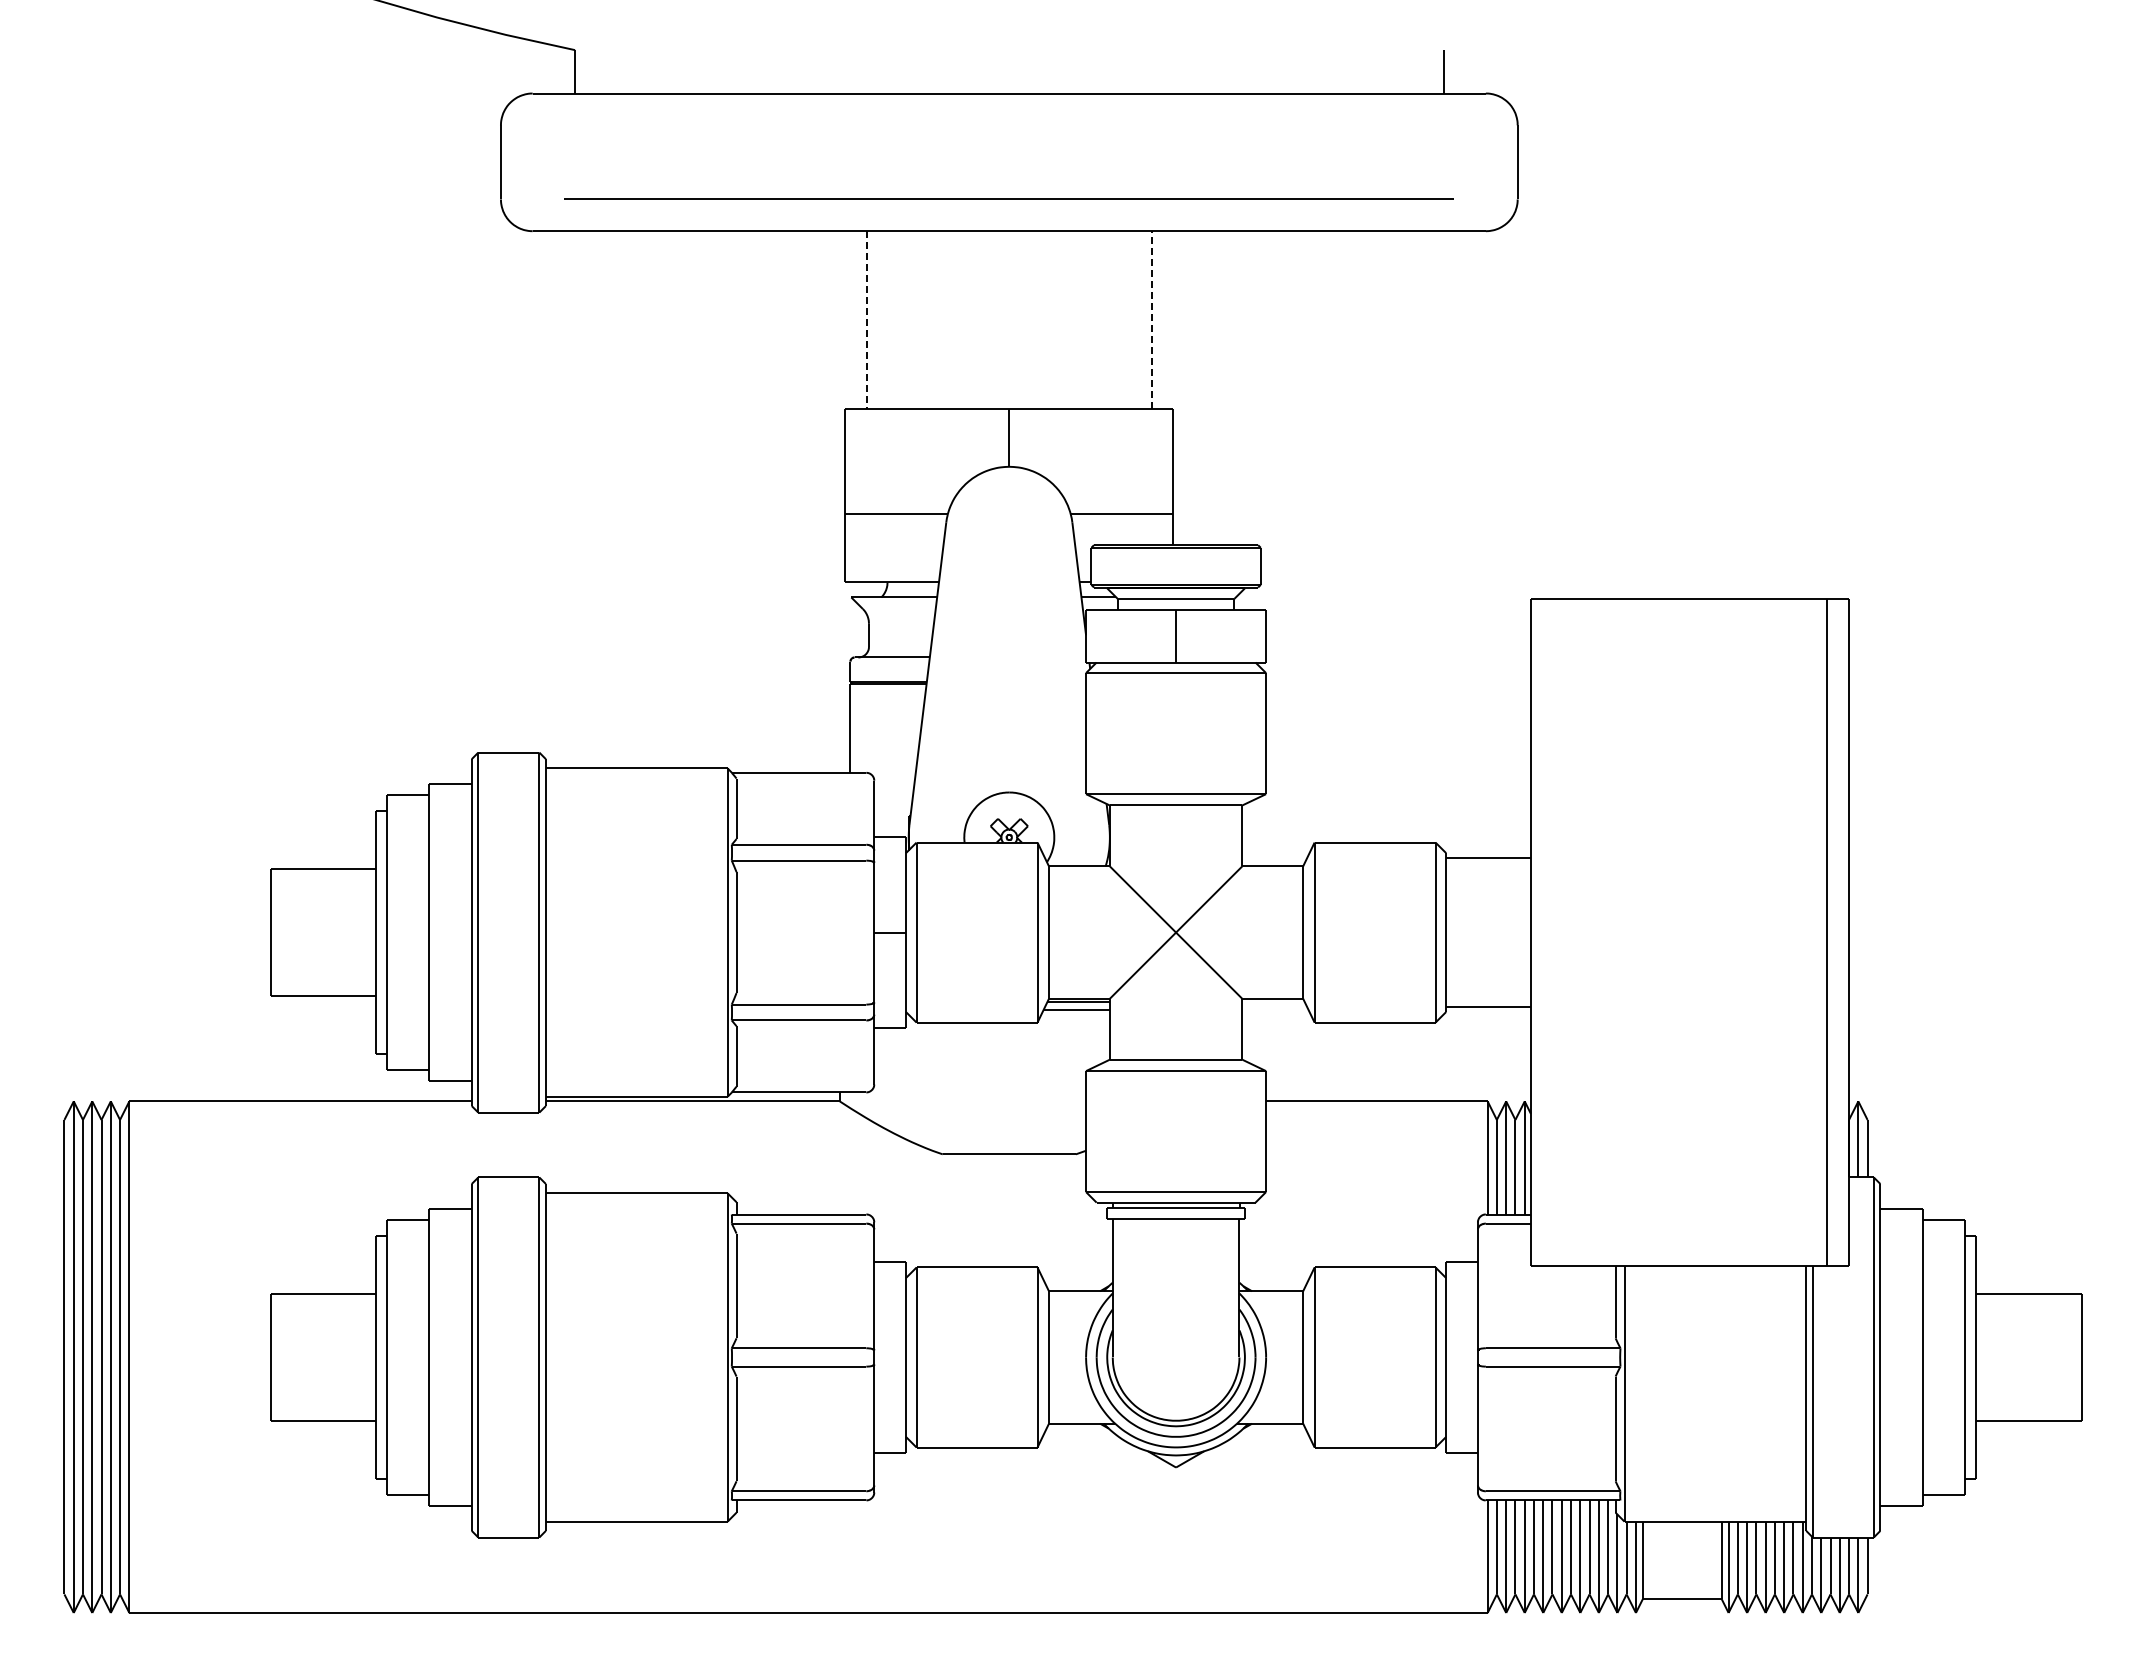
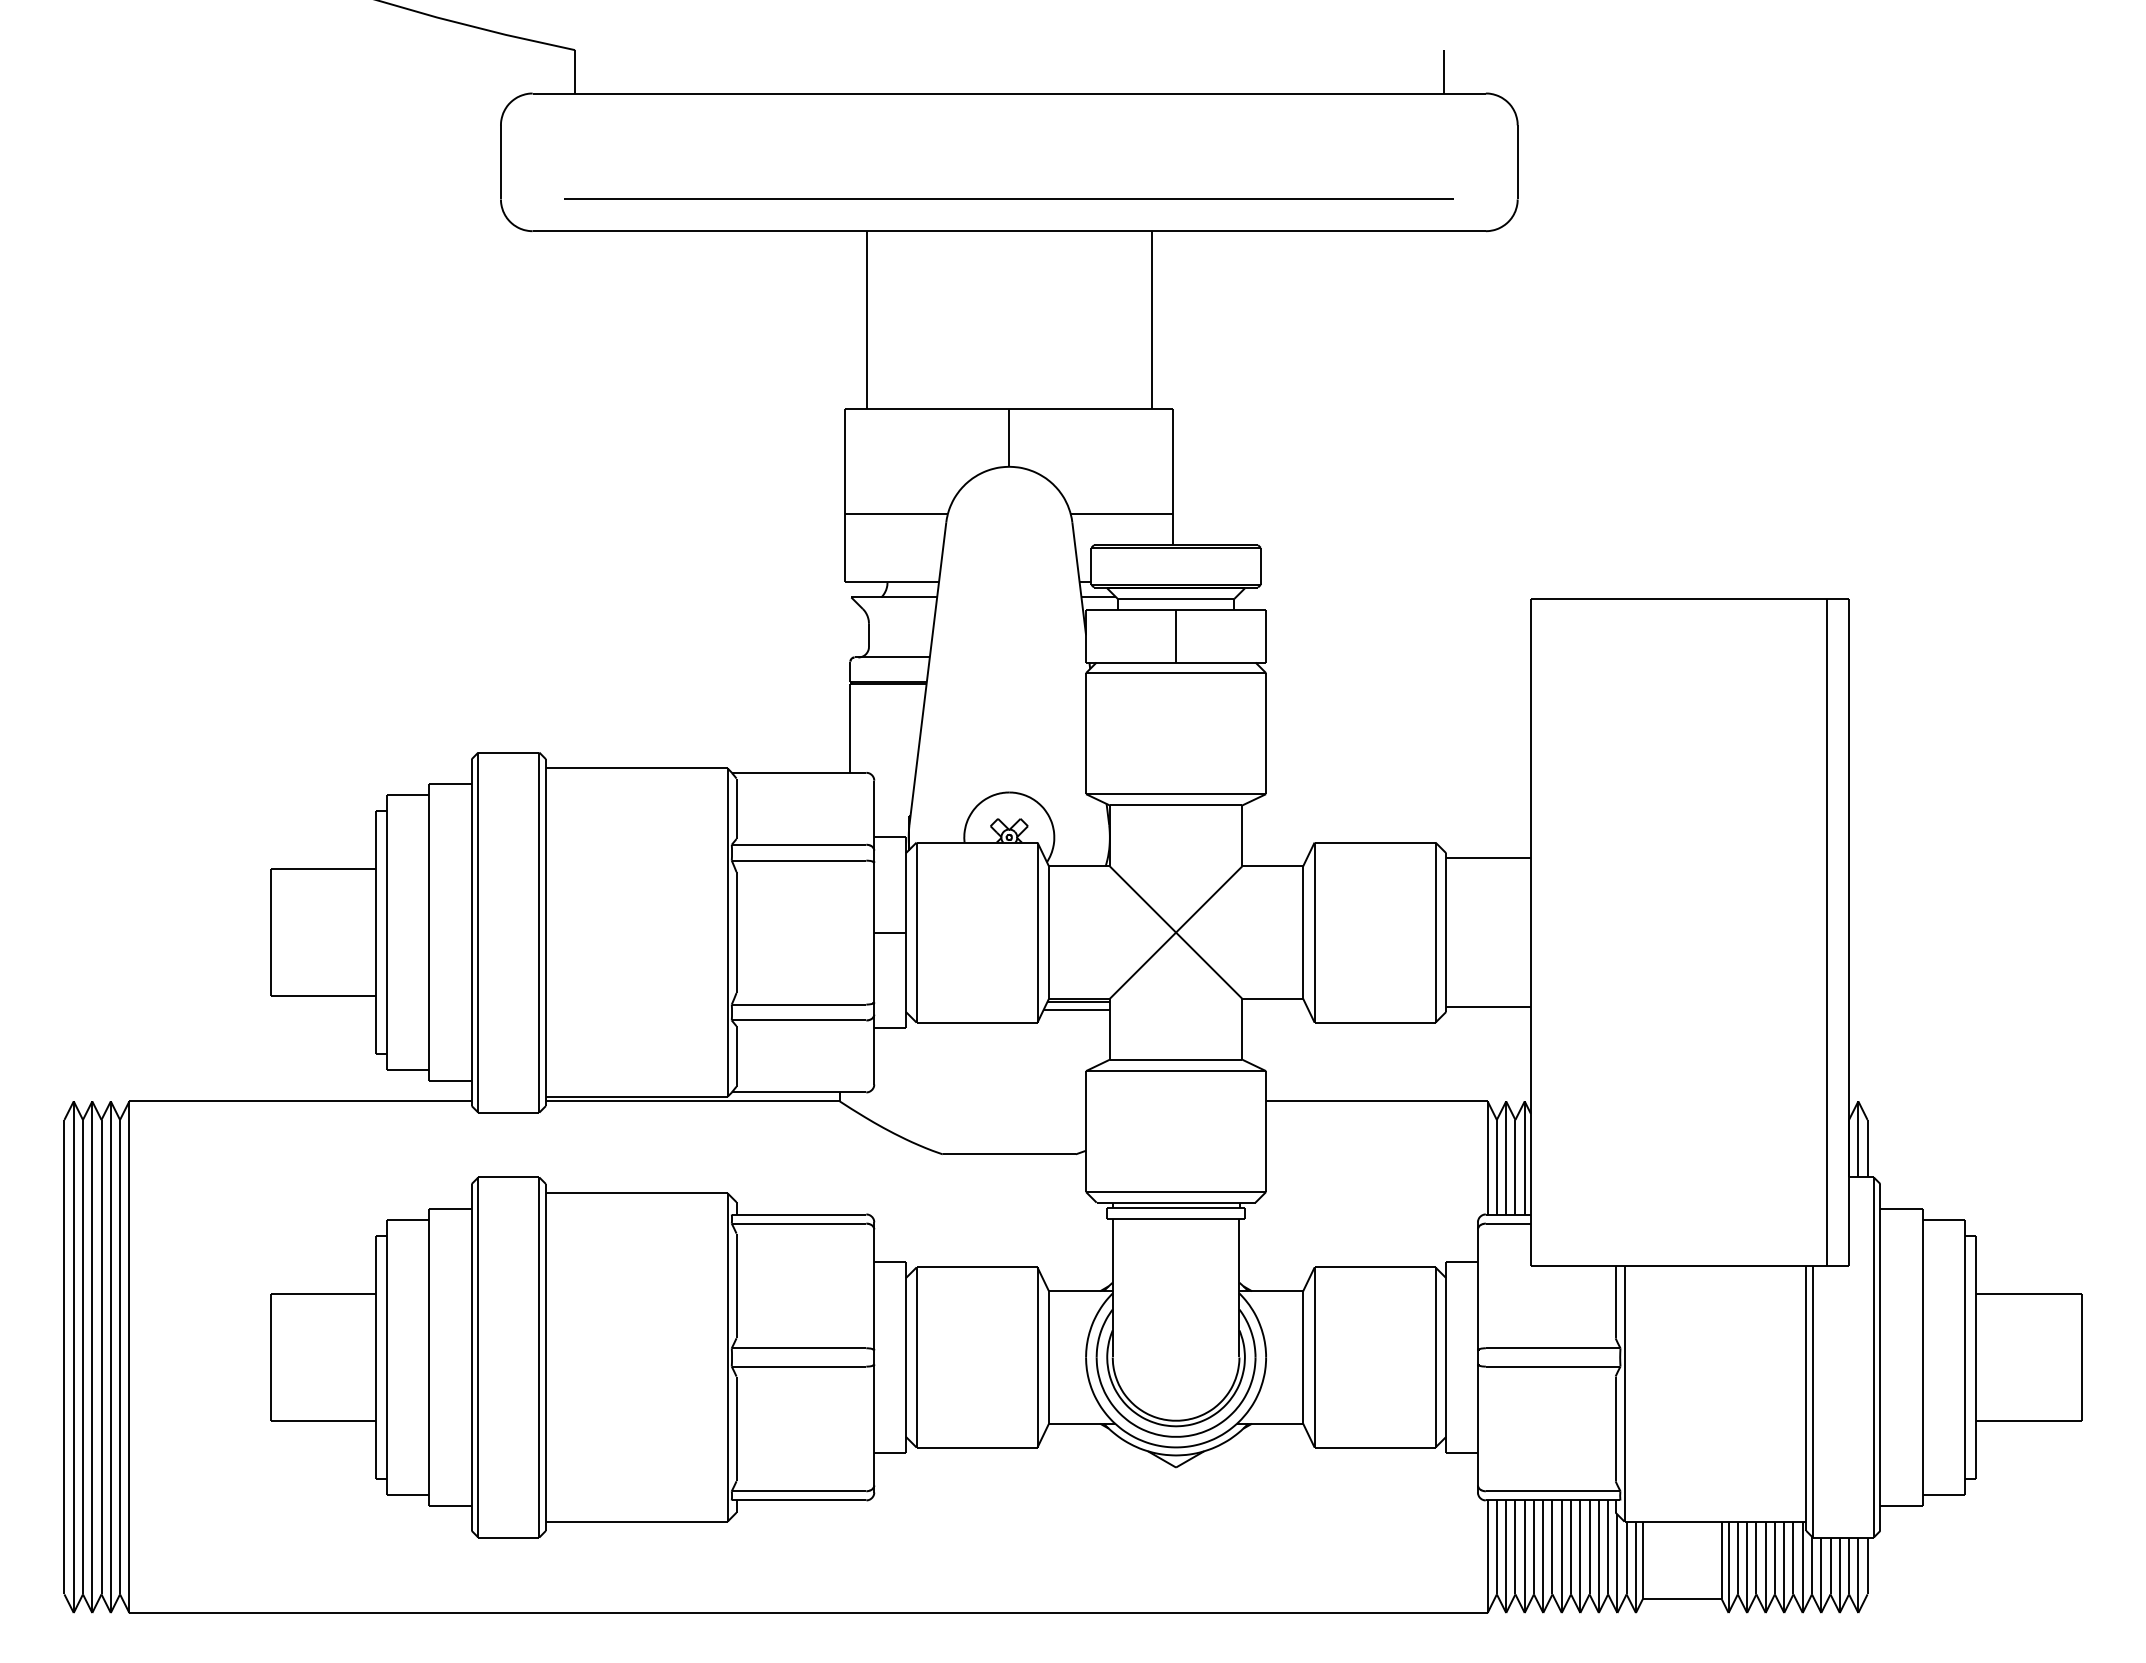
line at (866, 319): dashed -> solid
line at (1151, 319): dashed -> solid
